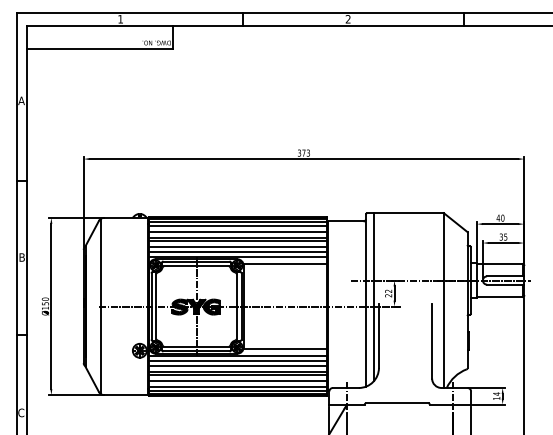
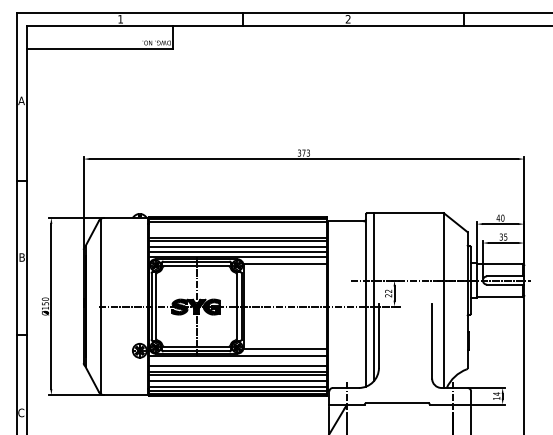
line at (238, 226): present -> none
line at (238, 232): present -> none
line at (238, 361): present -> none
